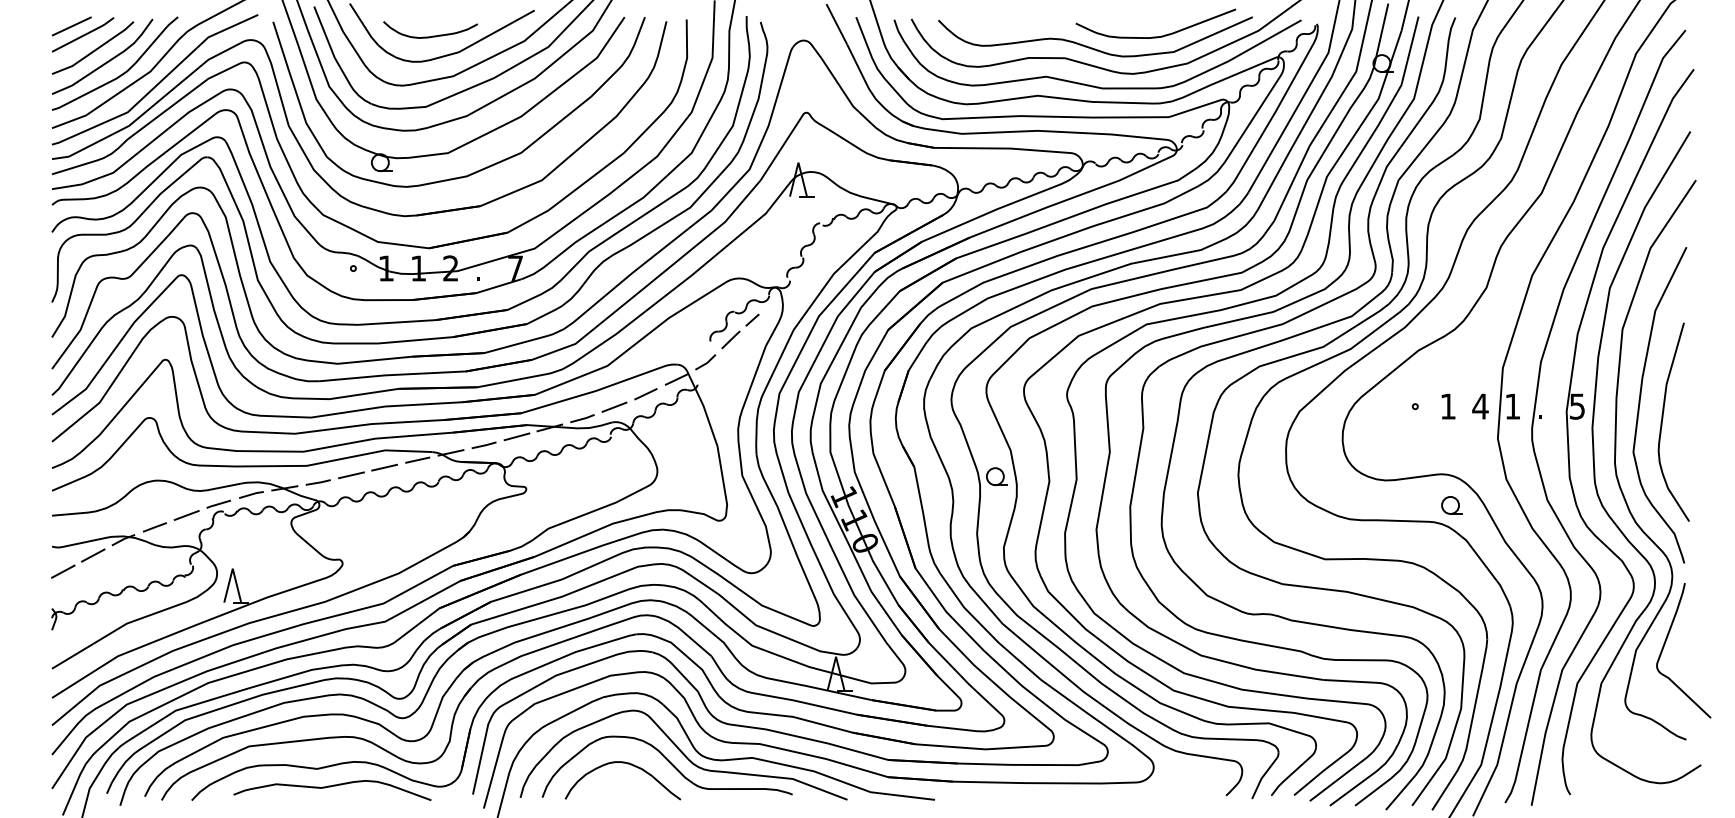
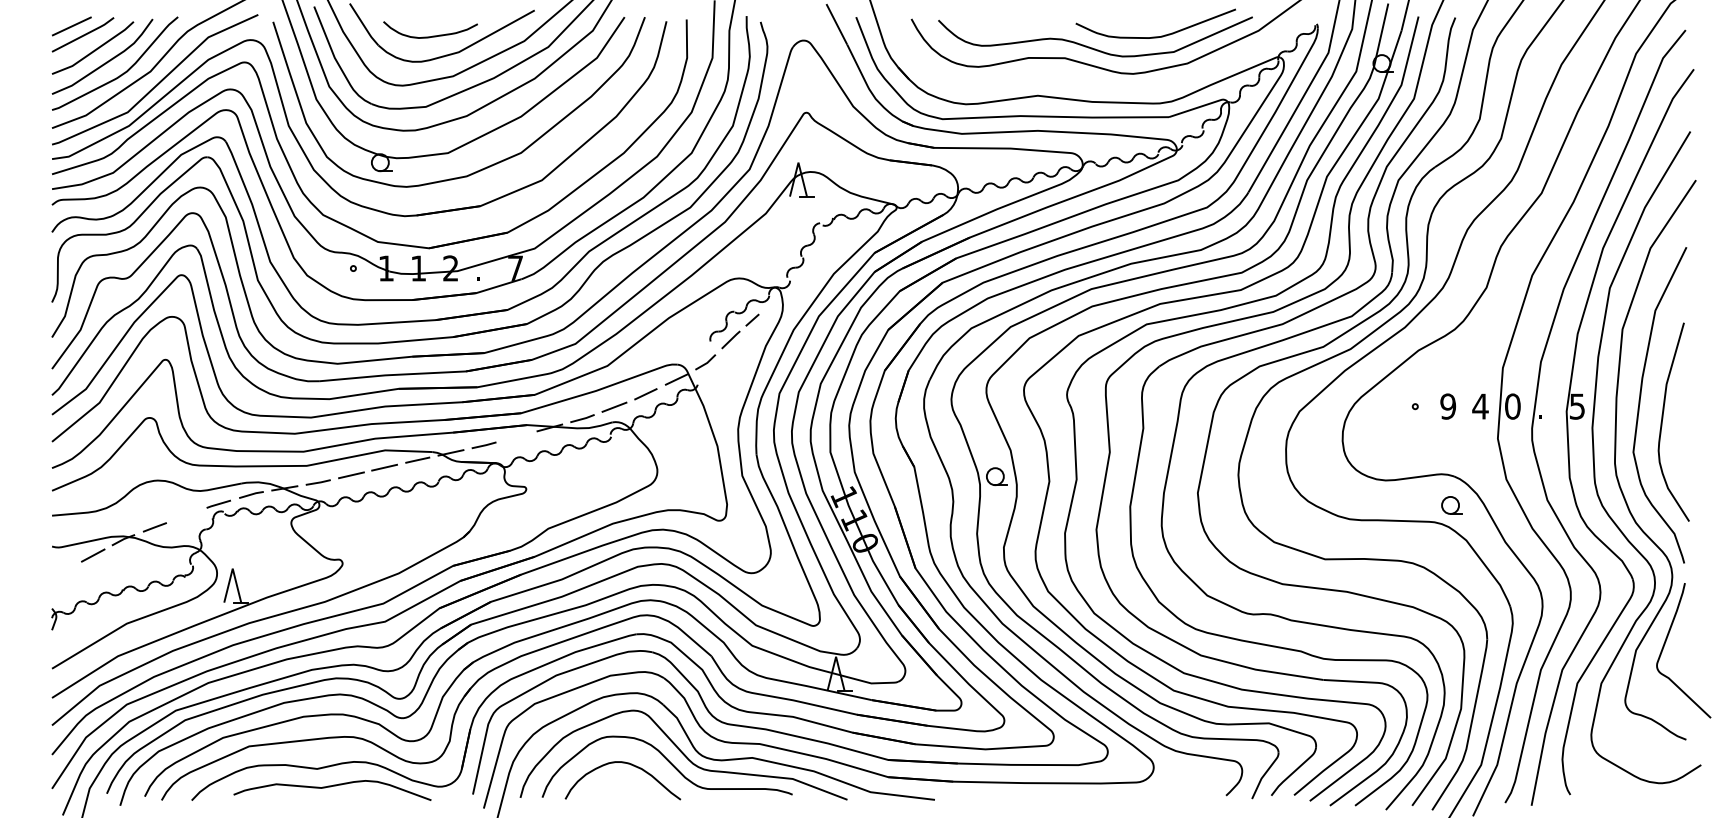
curve at (1089, 84): present -> none
text at (1448, 406): 1 -> 9
text at (1512, 406): 1 -> 0
line at (516, 436): present -> none
line at (186, 515): present -> none
line at (63, 571): present -> none
